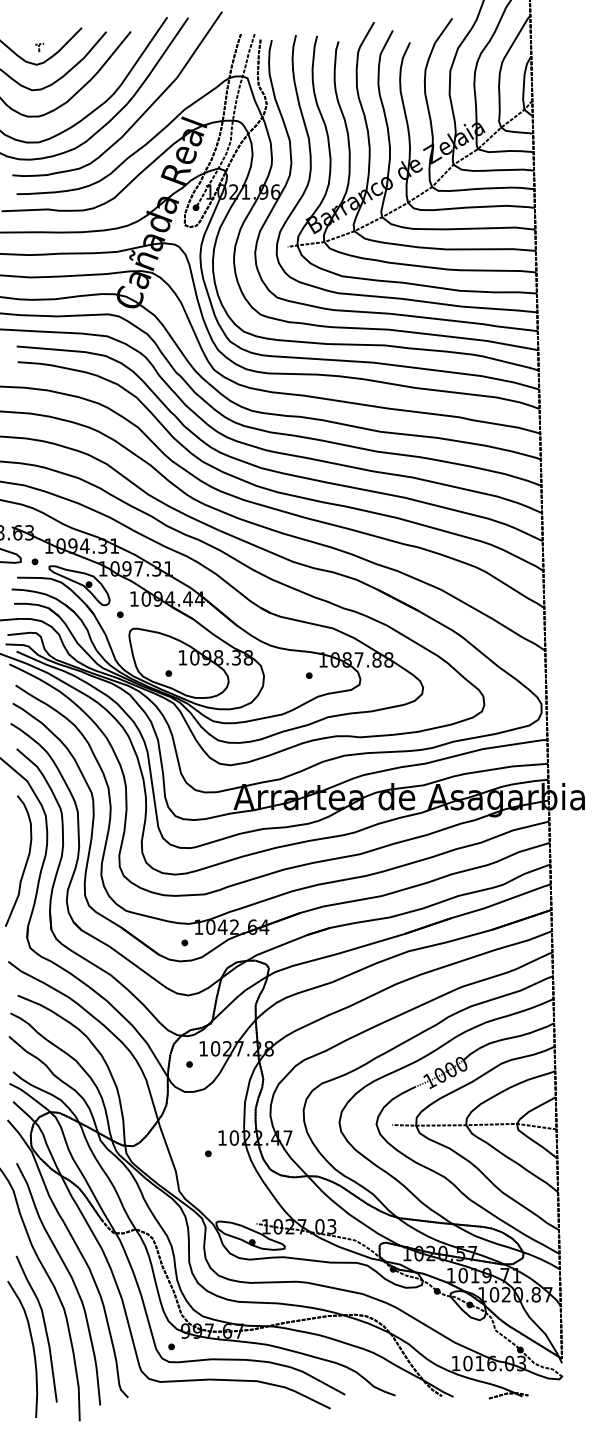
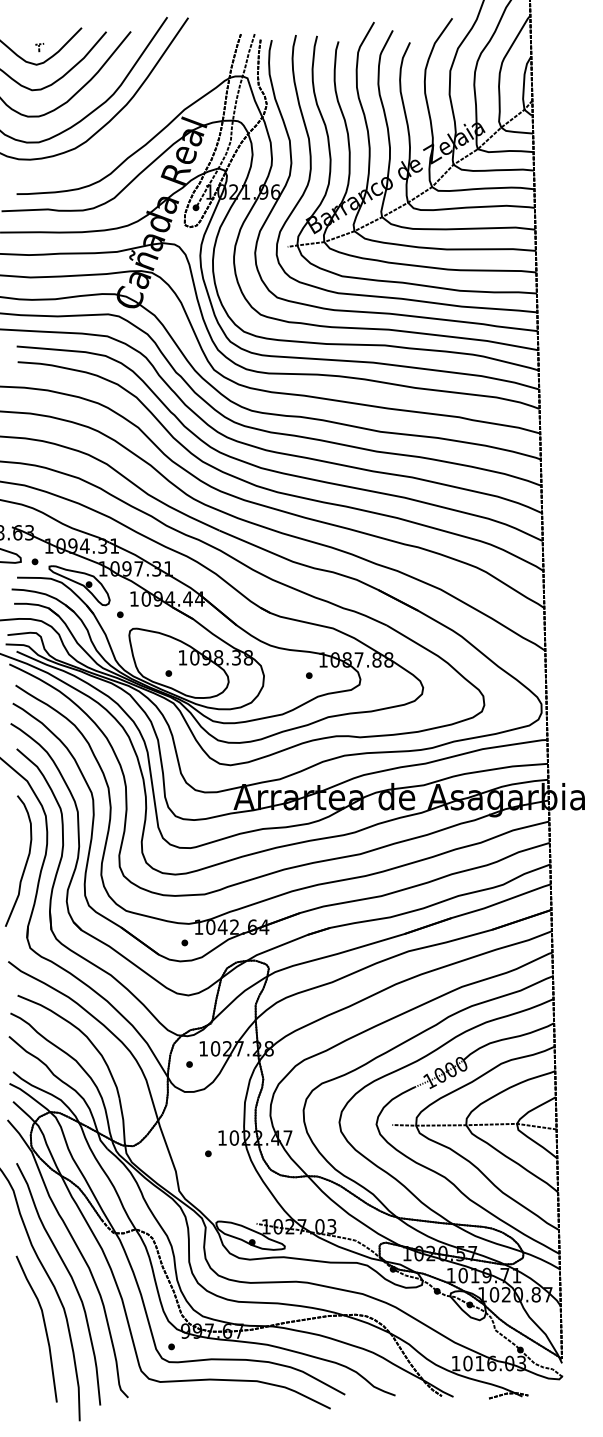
curve at (140, 115): present -> none
curve at (32, 1348): present -> none
